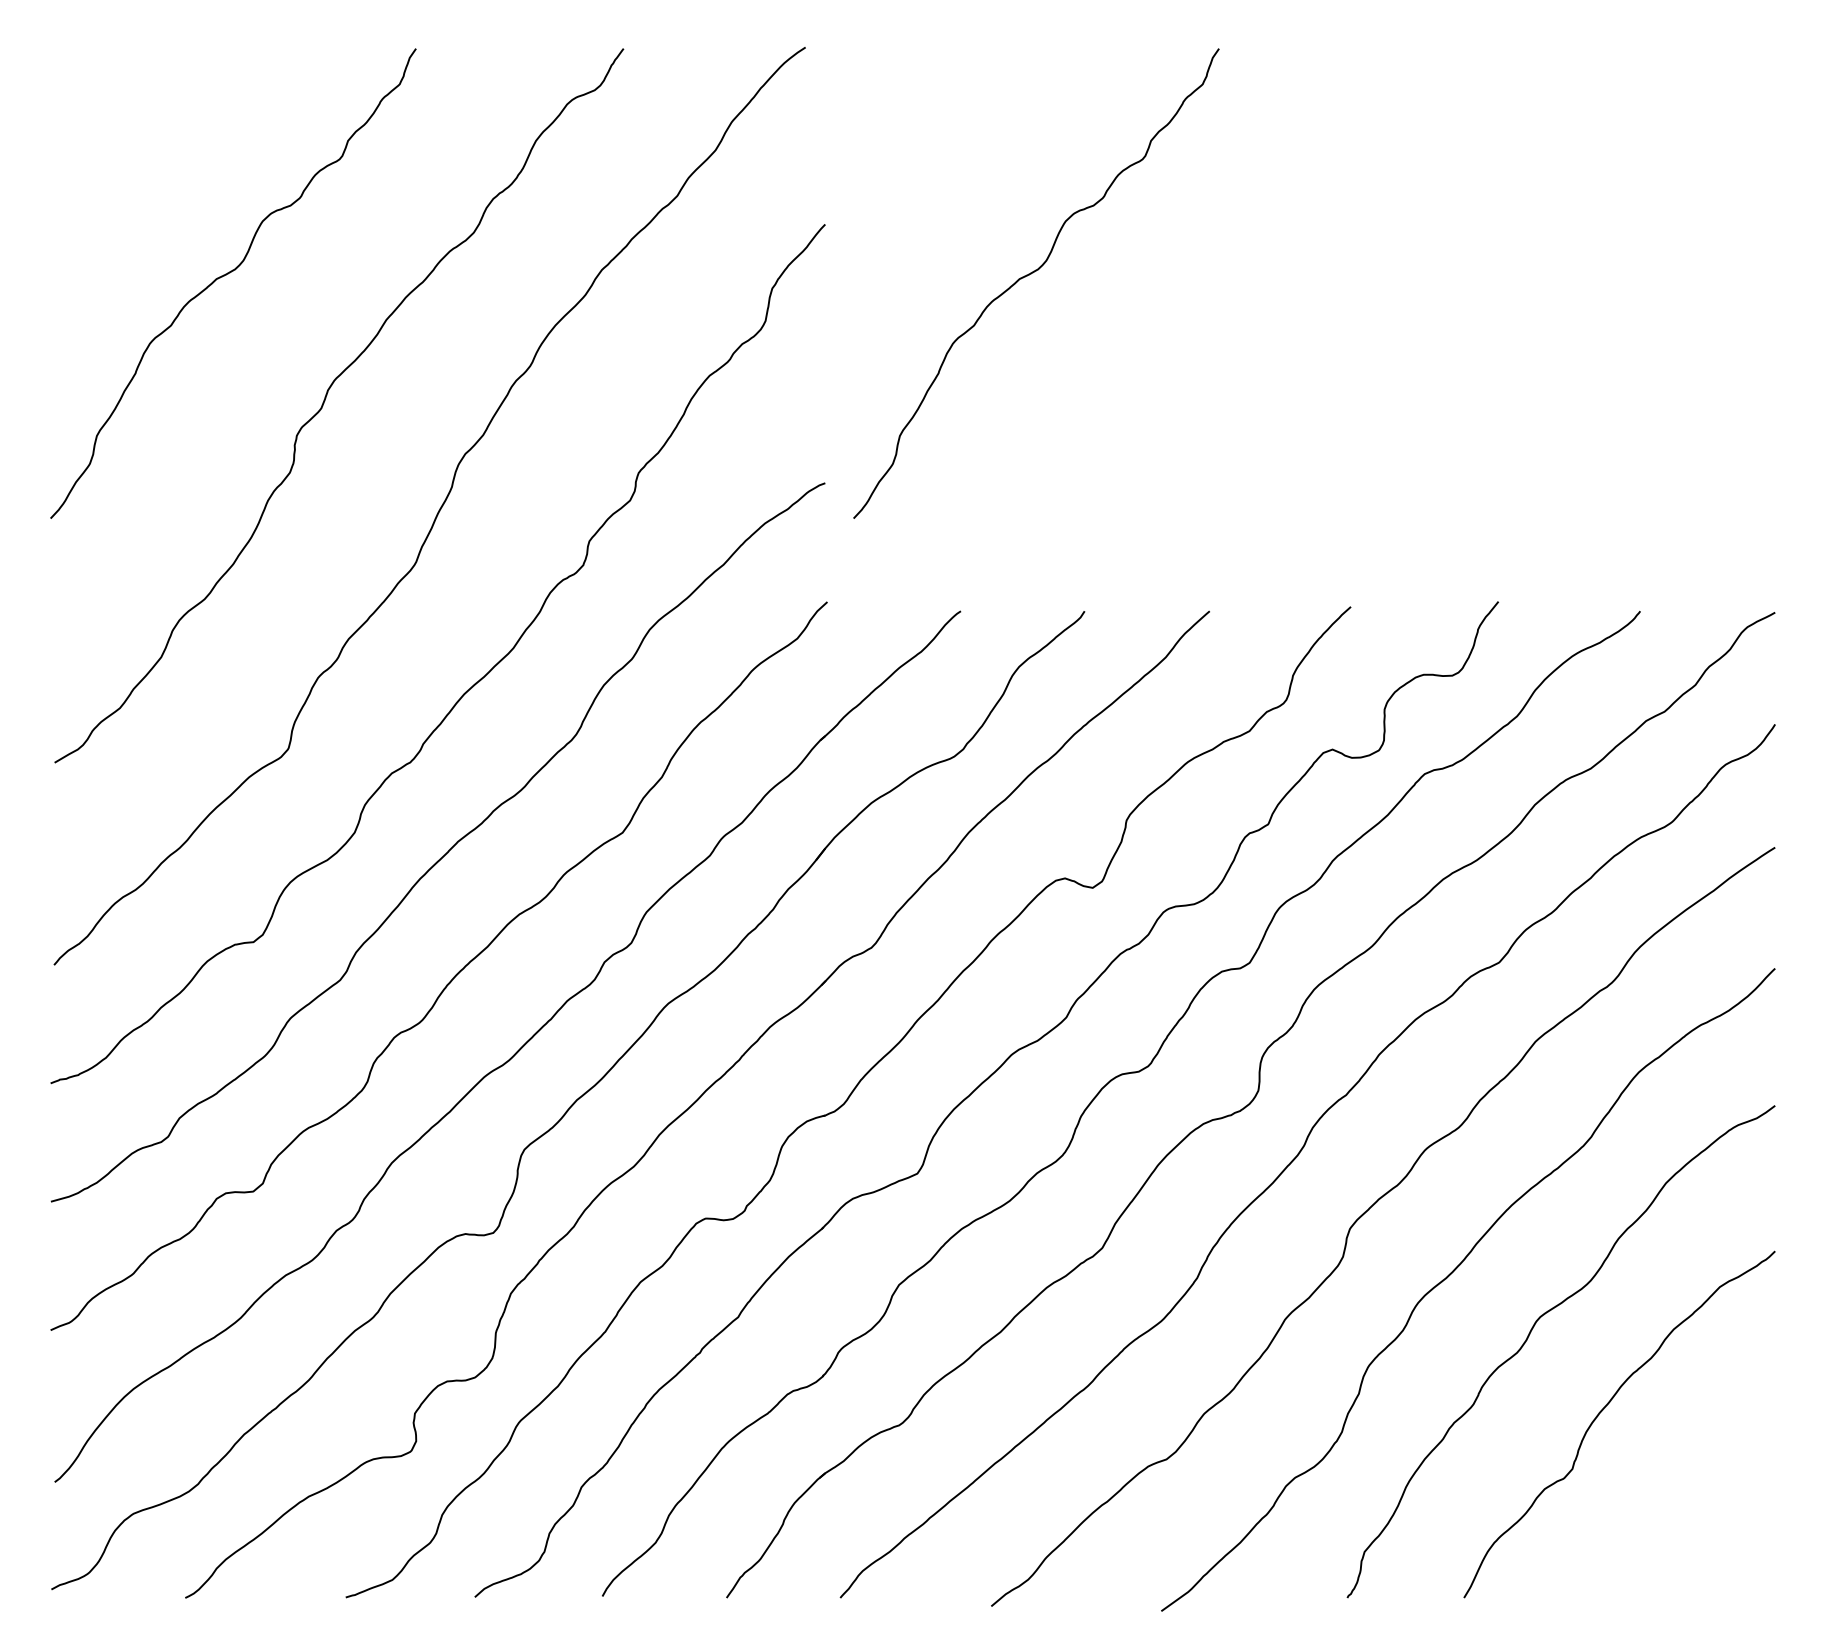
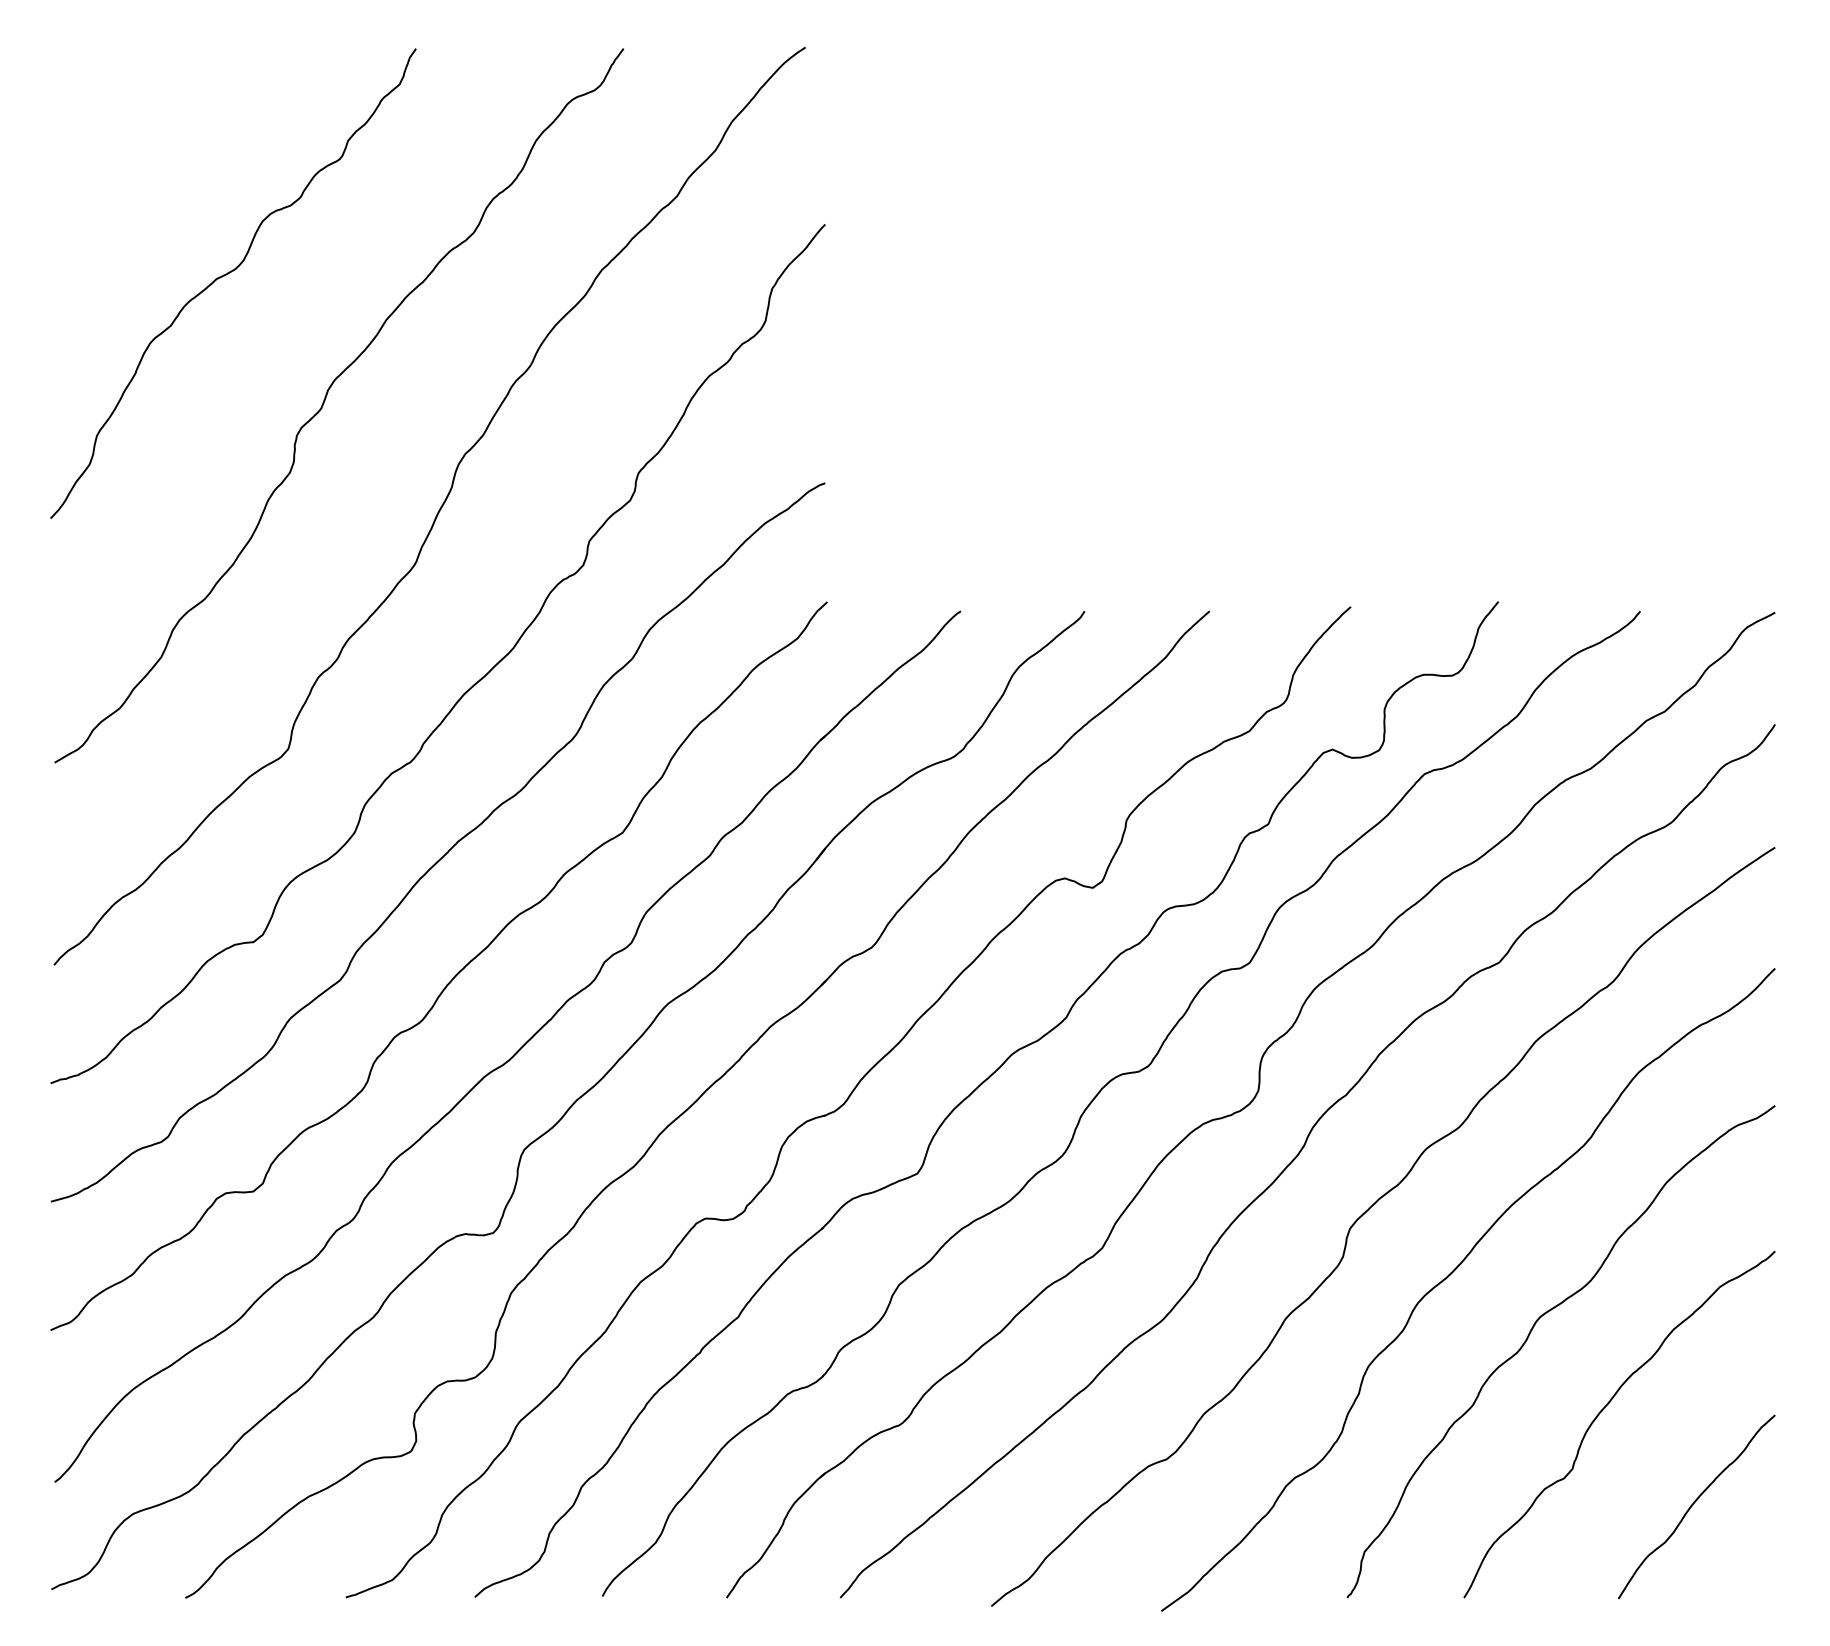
curve at (1031, 274): present -> none
curve at (1693, 1505): none -> present
